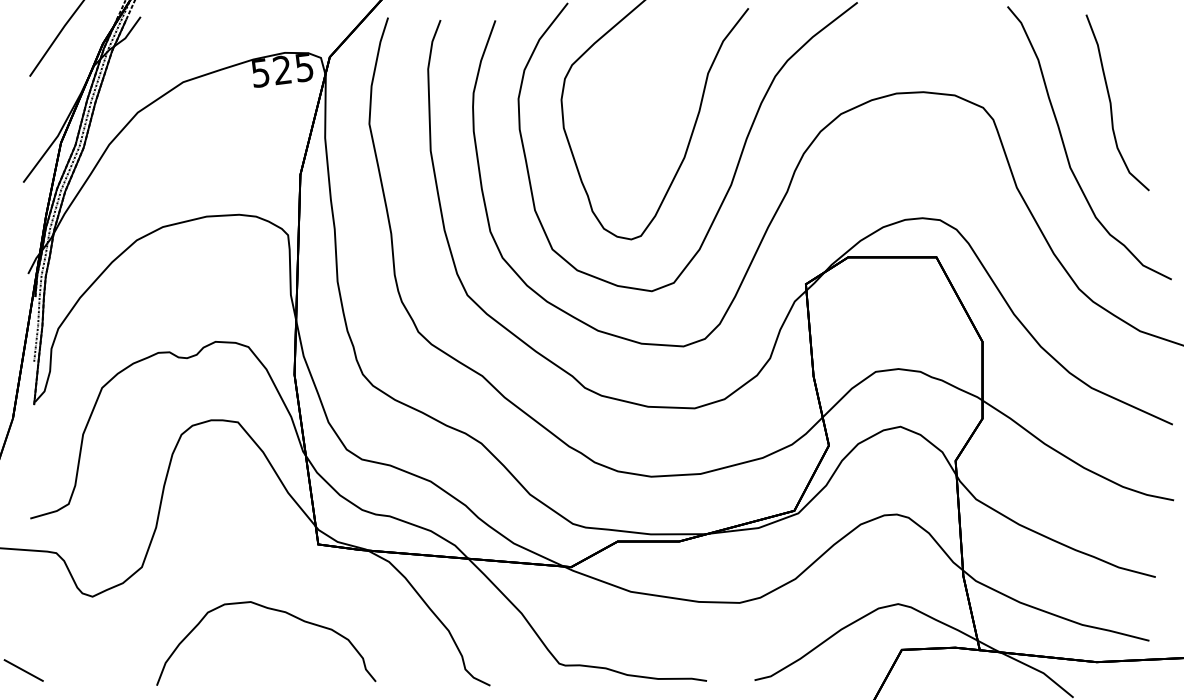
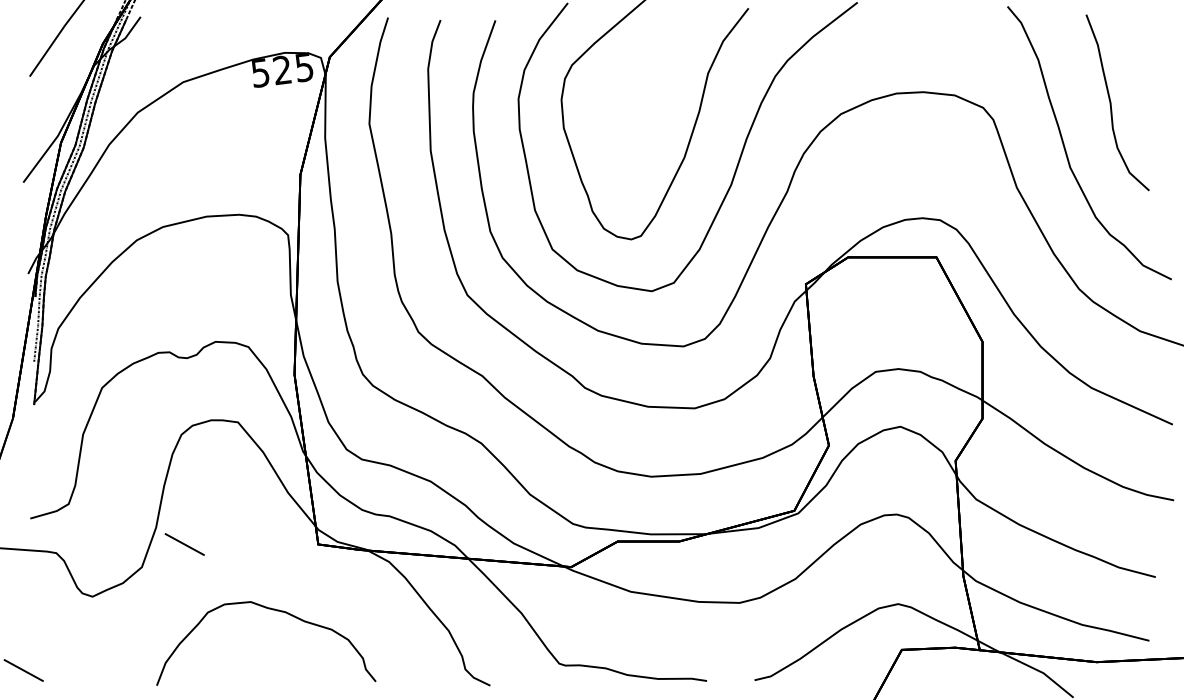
line at (184, 544): none -> present
